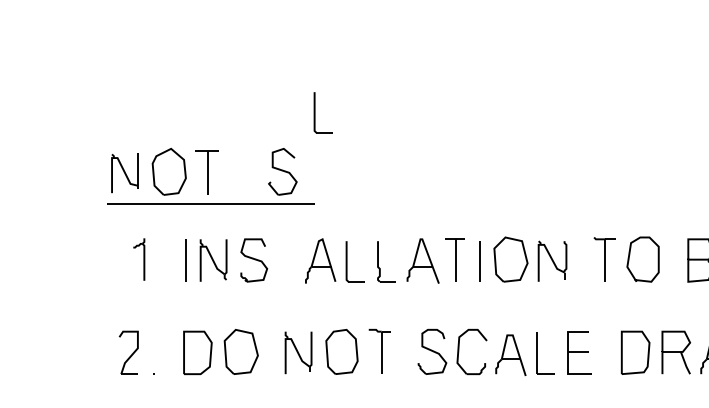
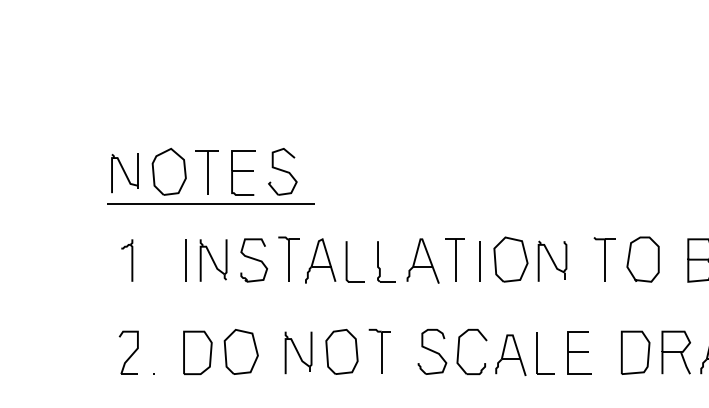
part at (315, 112): present -> none
part at (243, 172): none -> present
part at (288, 258): none -> present
part at (139, 259) position: (139, 259) -> (127, 260)
